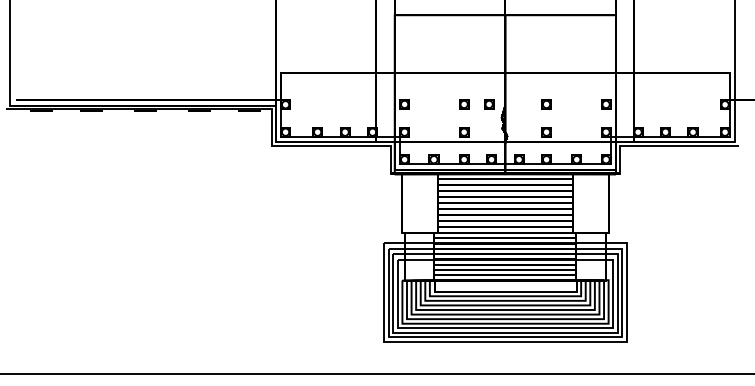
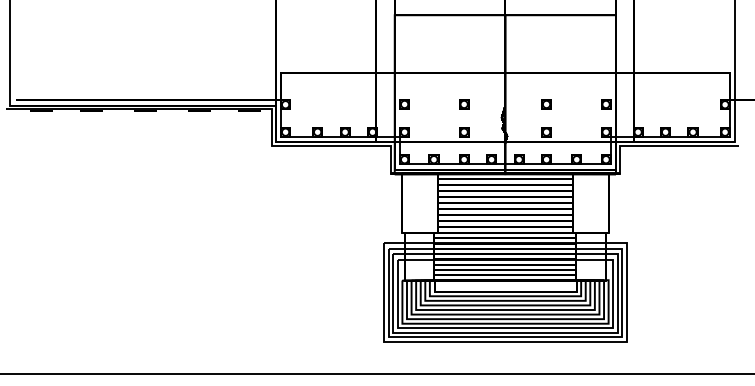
part at (489, 104): present -> none
